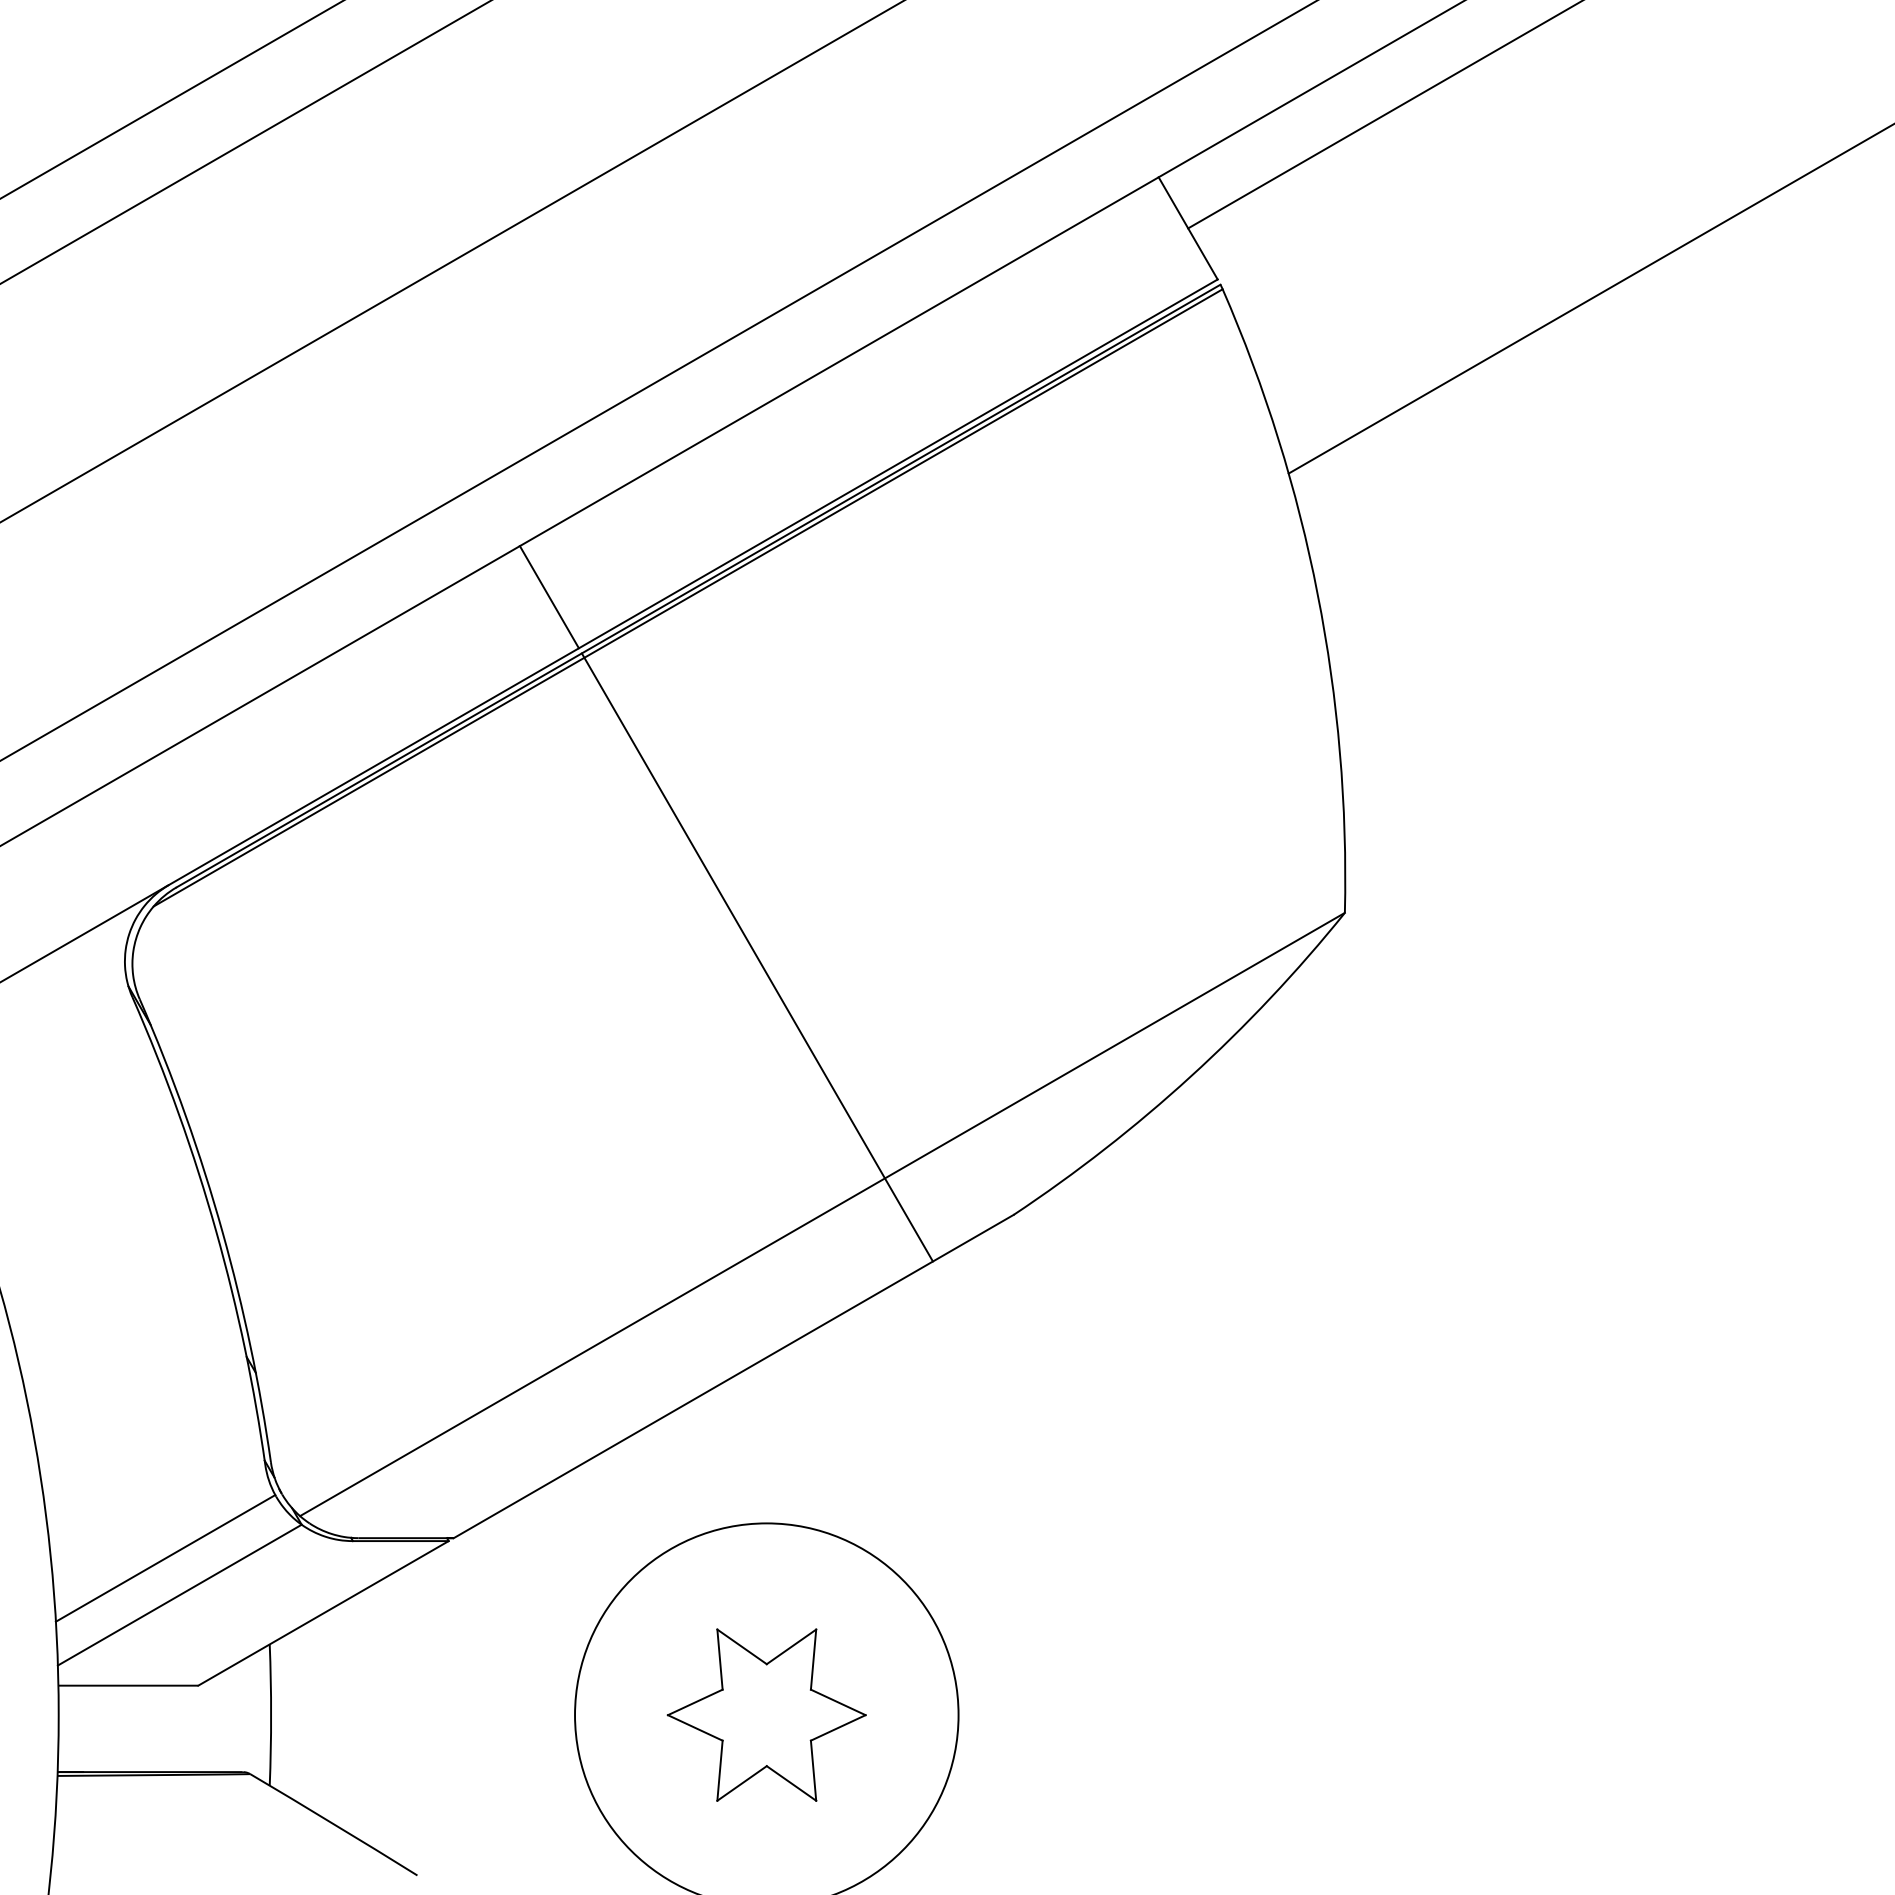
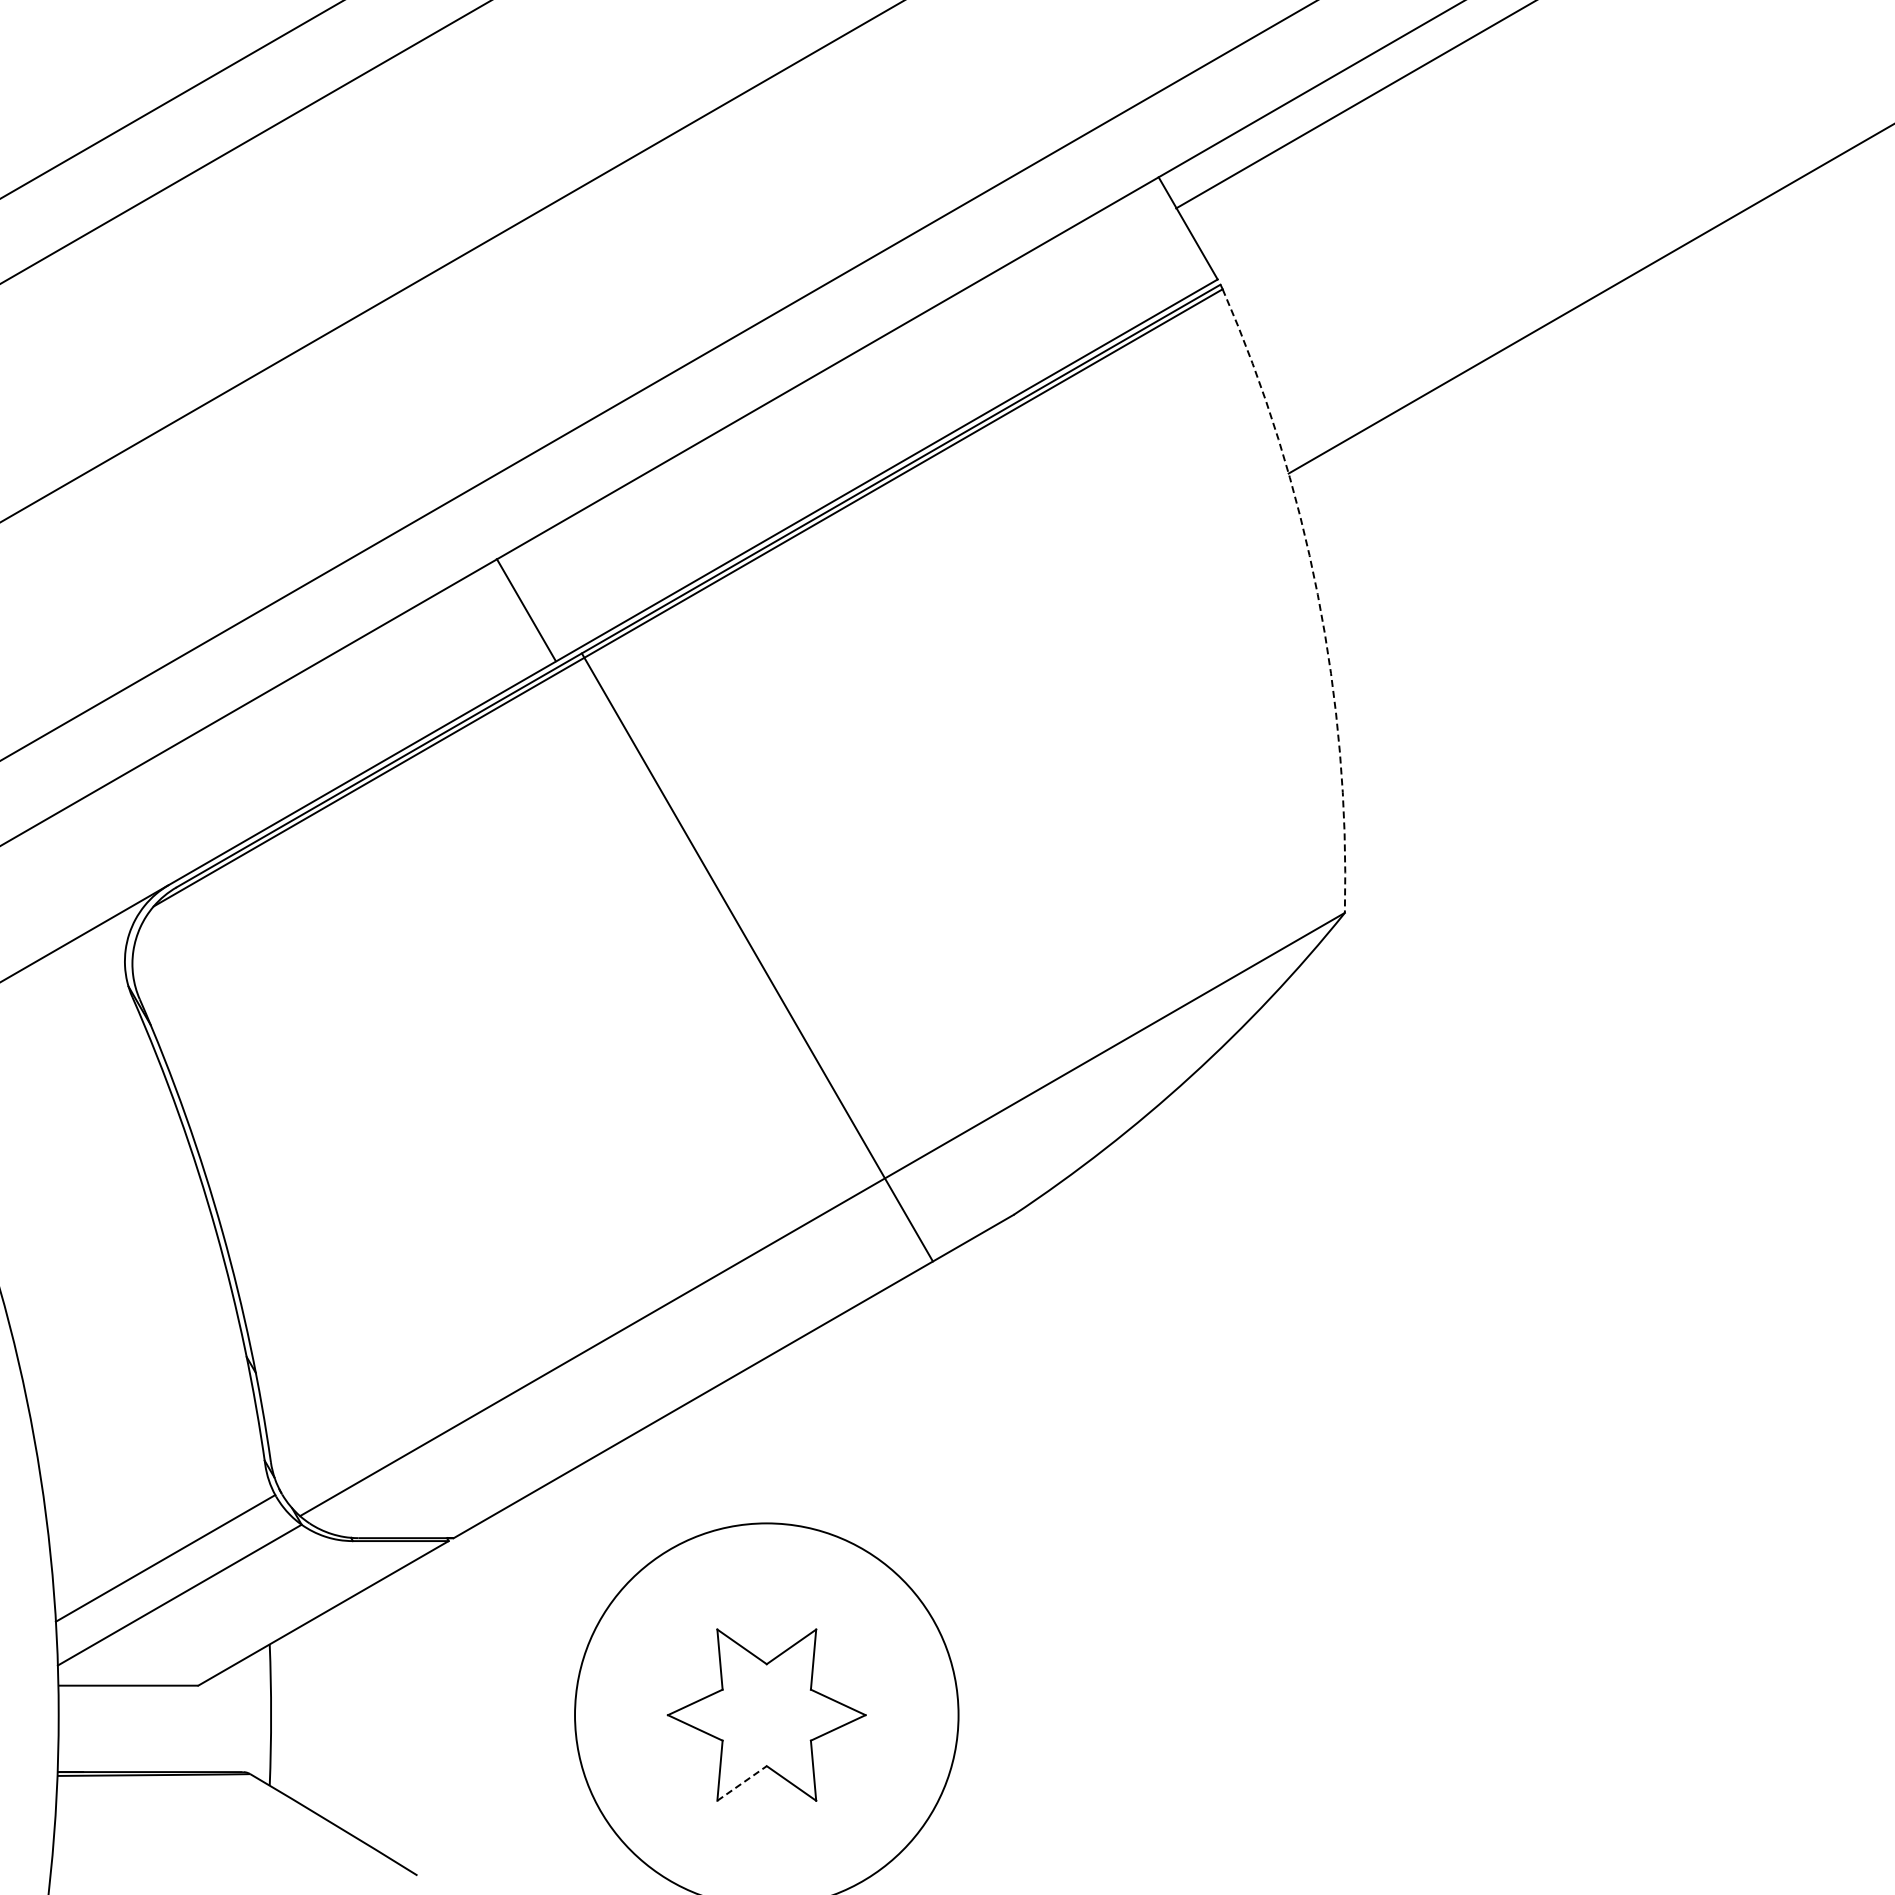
line at (1383, 115) position: (1383, 115) -> (1354, 105)
arc at (1317, 594): solid -> dashed
line at (548, 597) position: (548, 597) -> (525, 610)
line at (742, 1783): solid -> dashed
